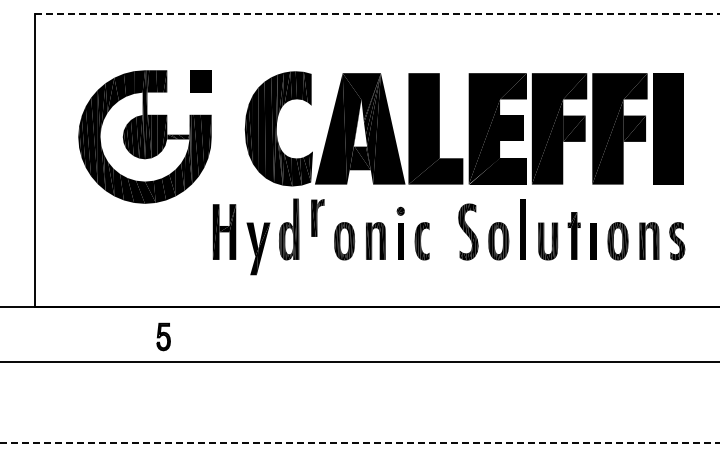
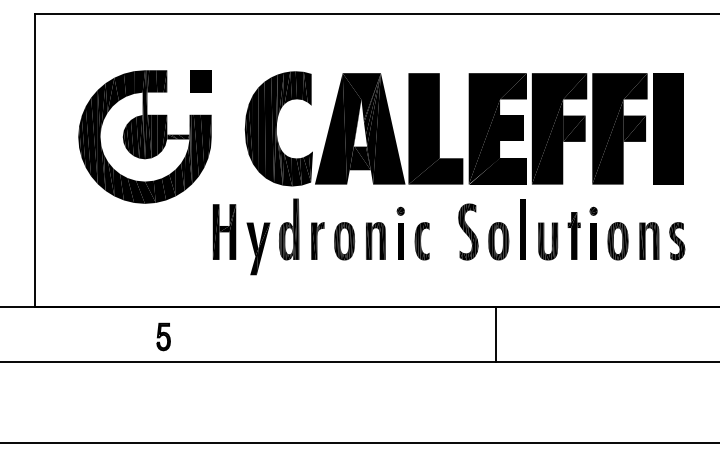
line at (377, 13): dashed -> solid
part at (593, 210): none -> present
part at (317, 217) position: (317, 217) -> (317, 240)
line at (495, 333): none -> present
line at (360, 443): dashed -> solid
